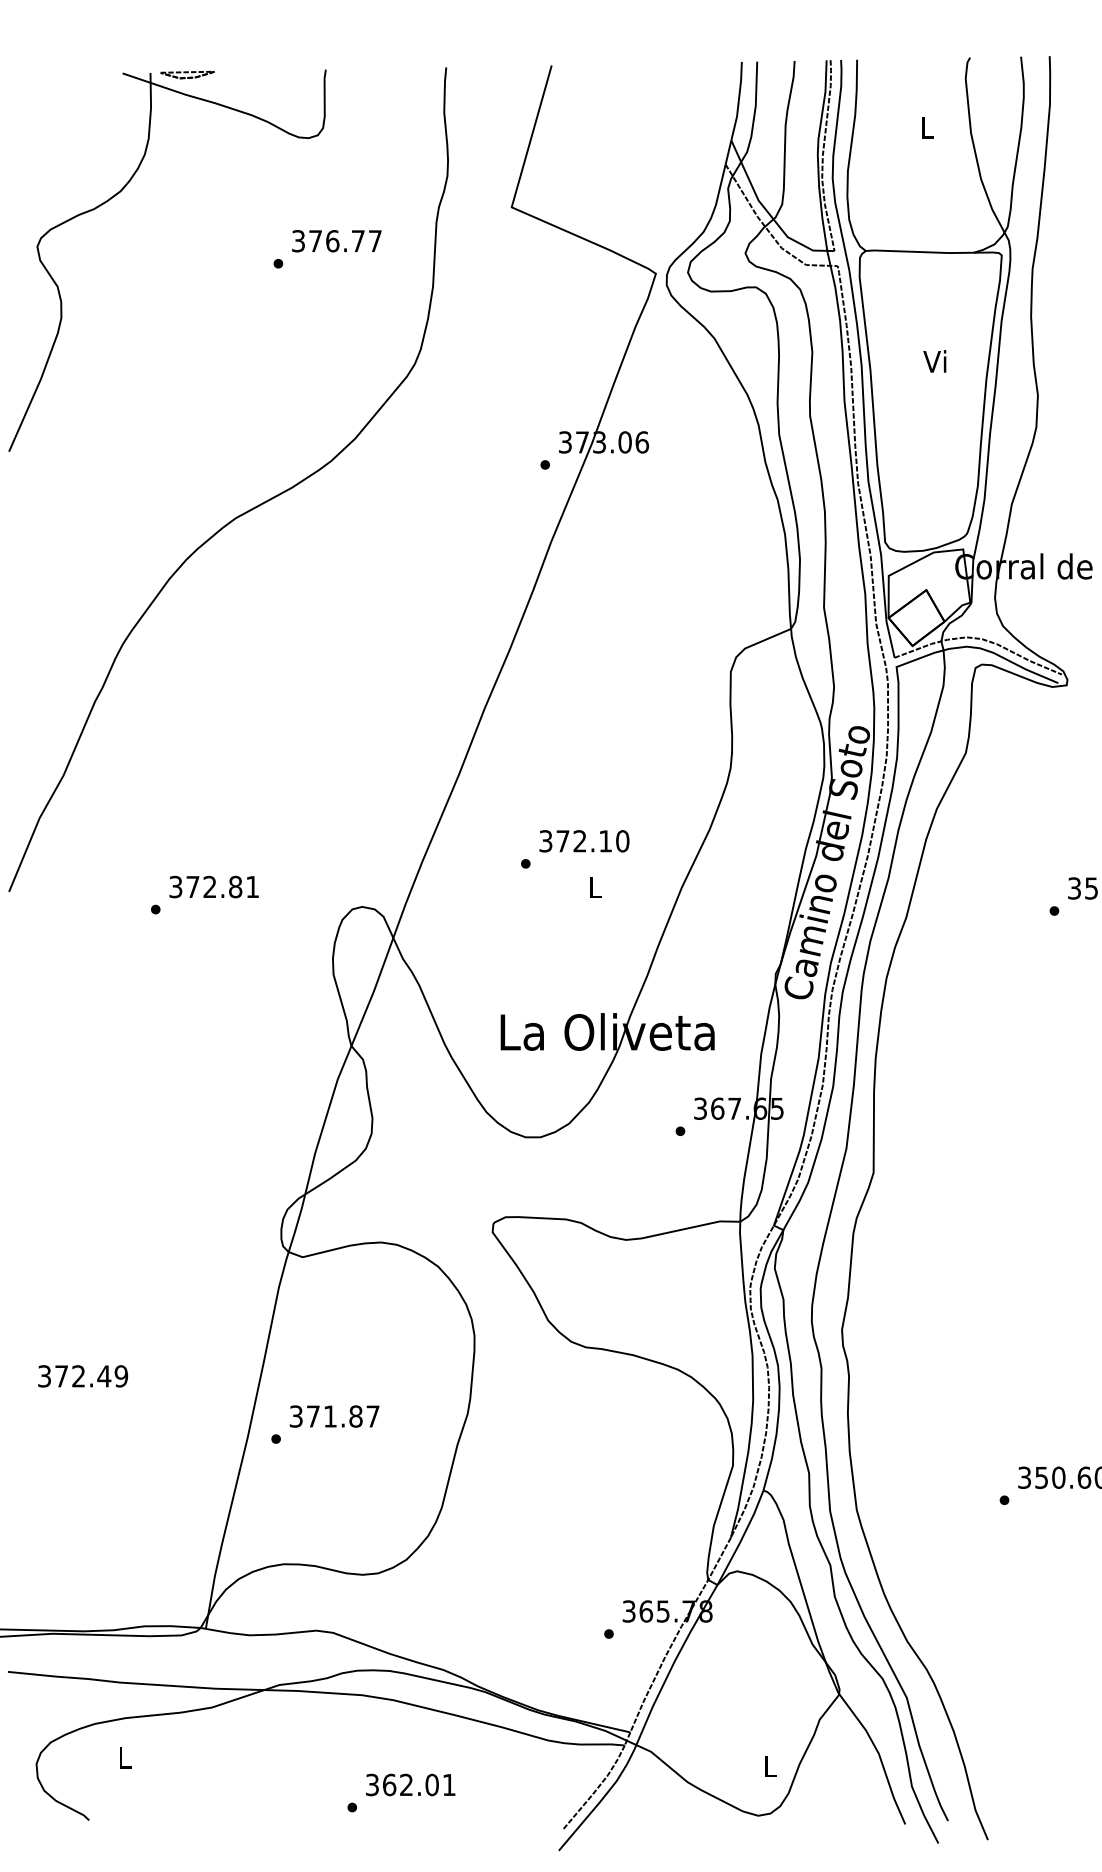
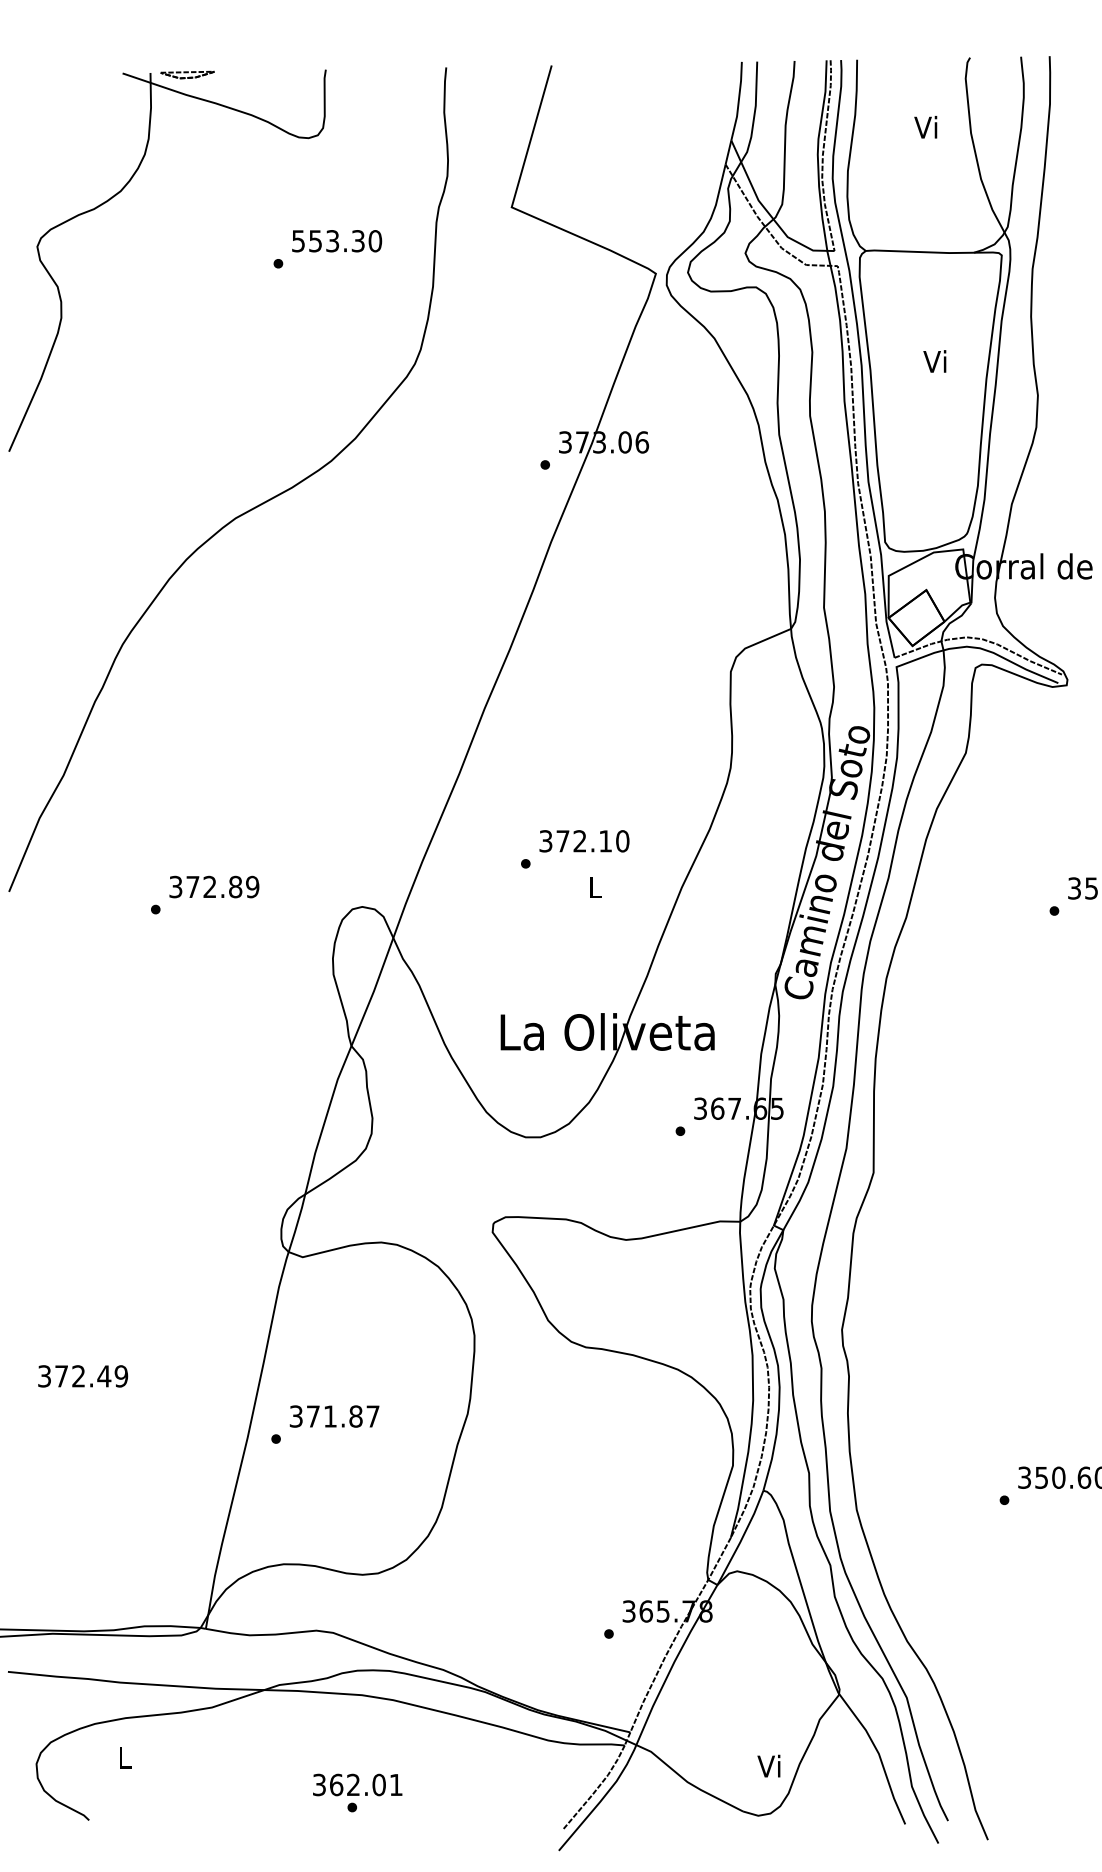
text at (925, 127): L -> Vi
text at (337, 241): 376.77 -> 553.30
text at (252, 886): 372.81 -> 372.89
text at (768, 1765): L -> Vi
text at (410, 1784) position: (410, 1784) -> (357, 1784)
